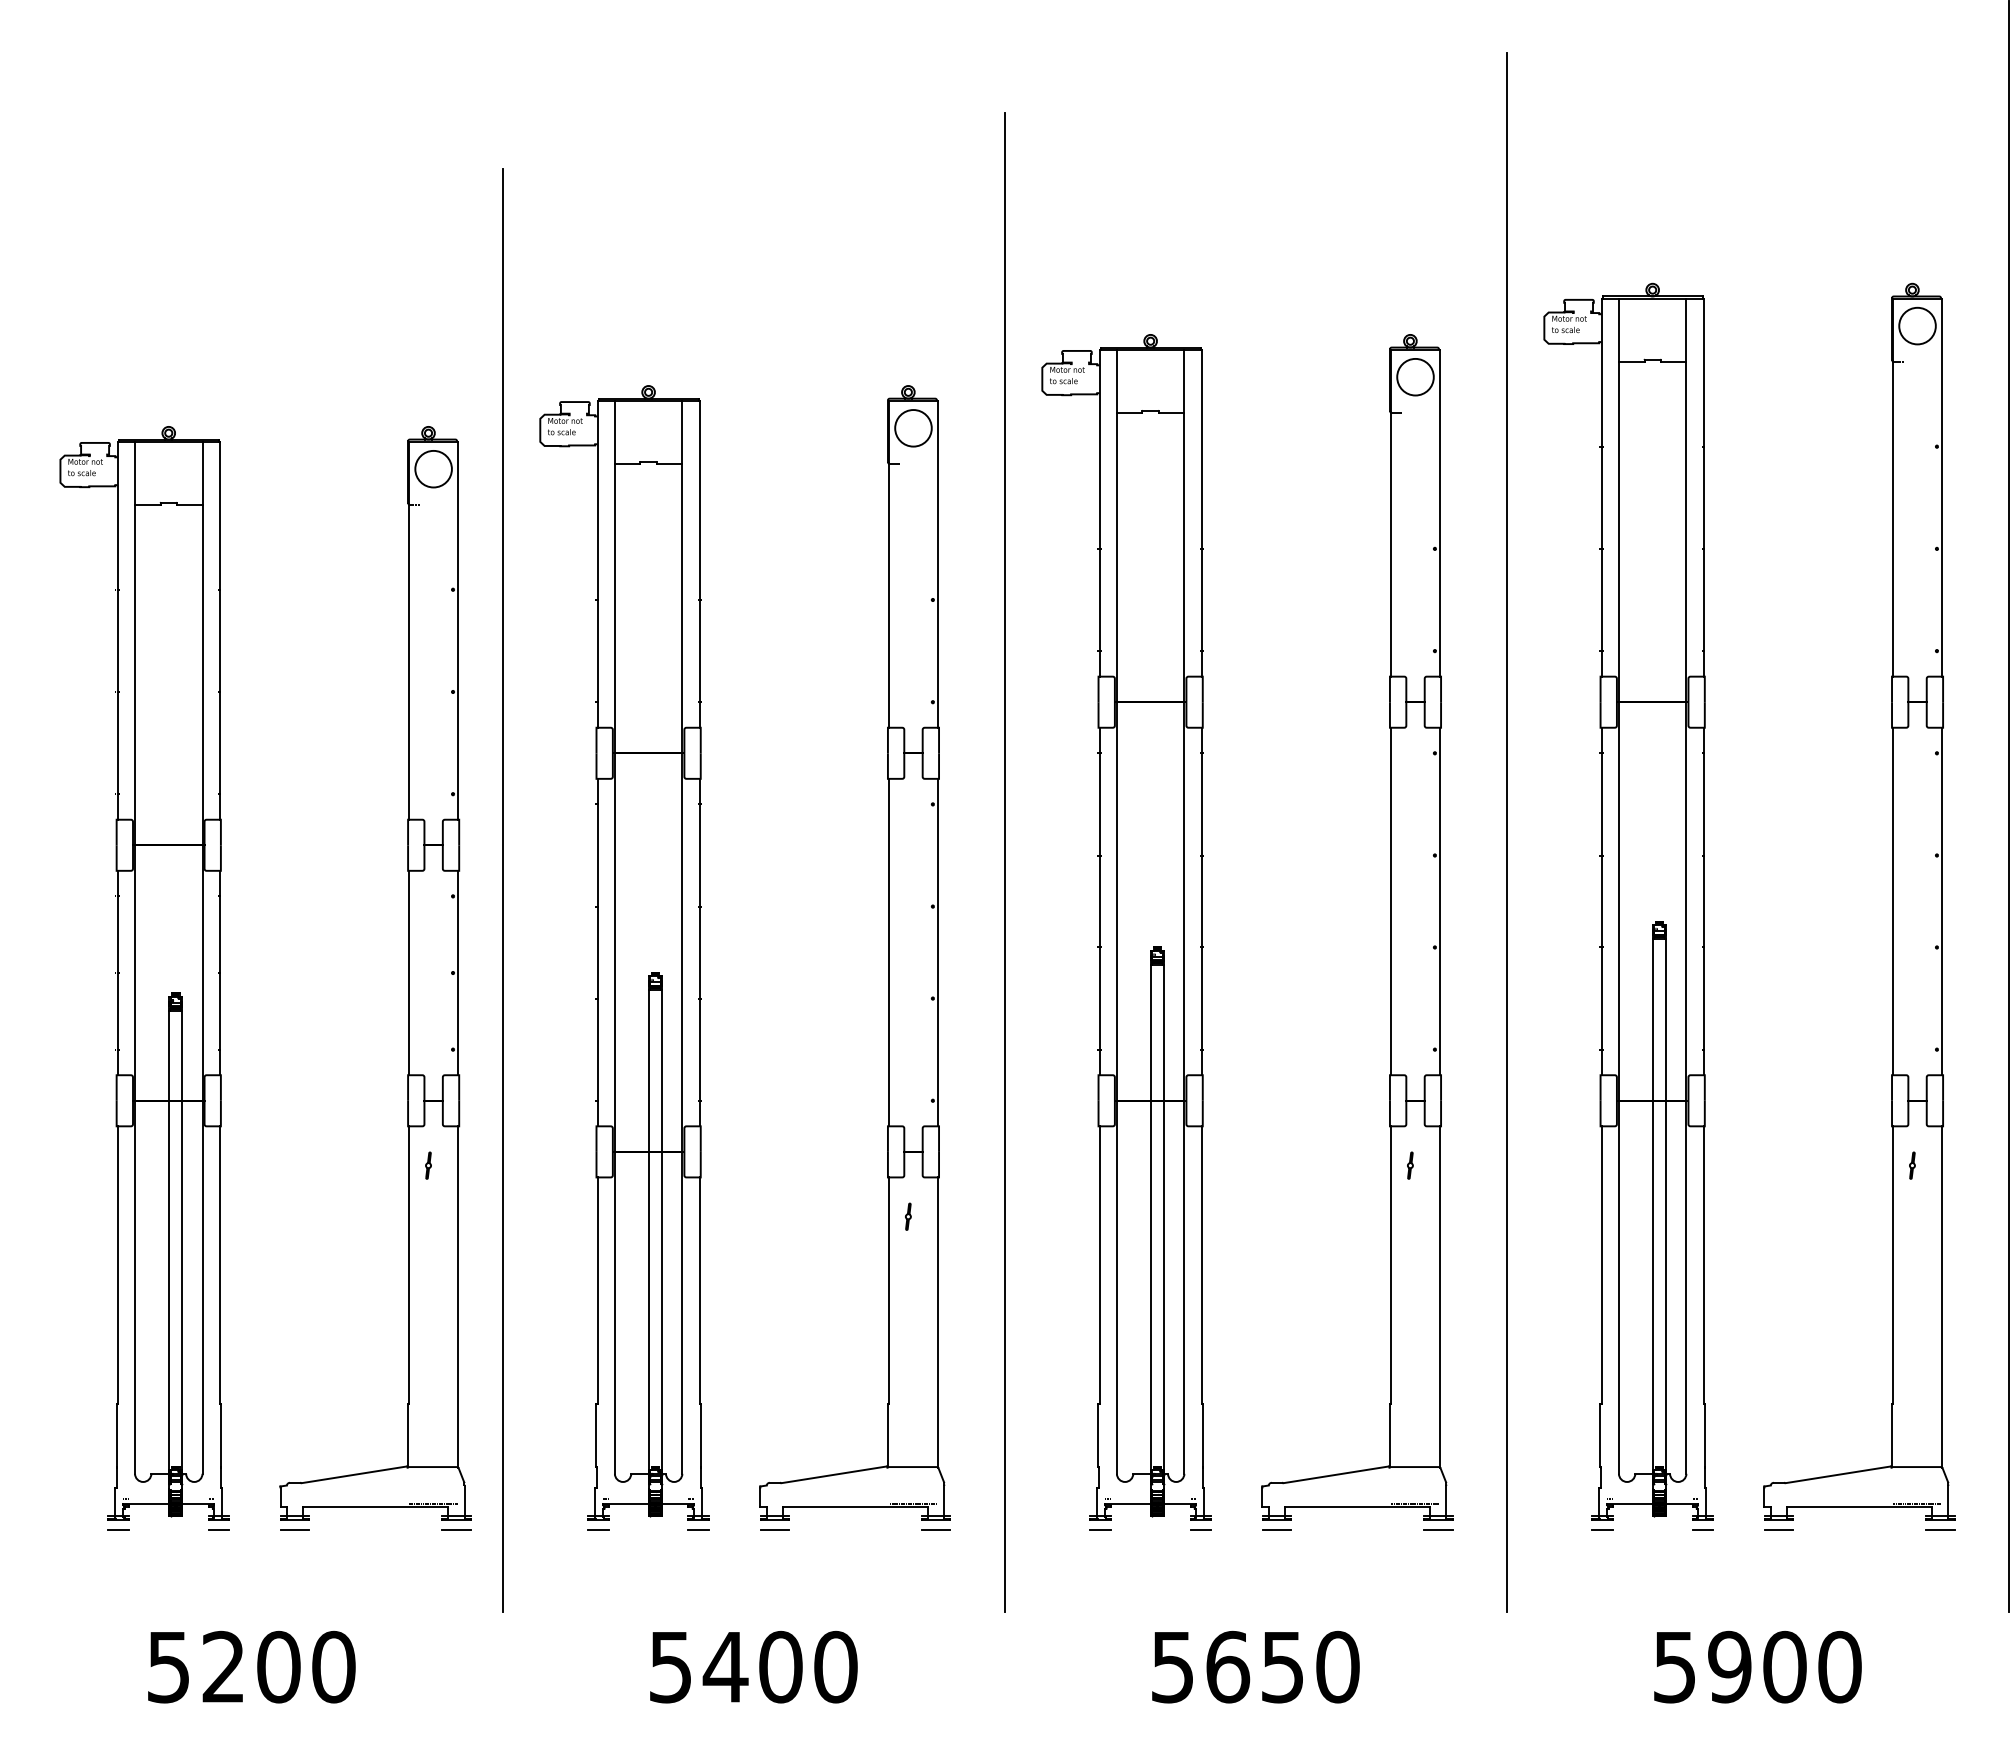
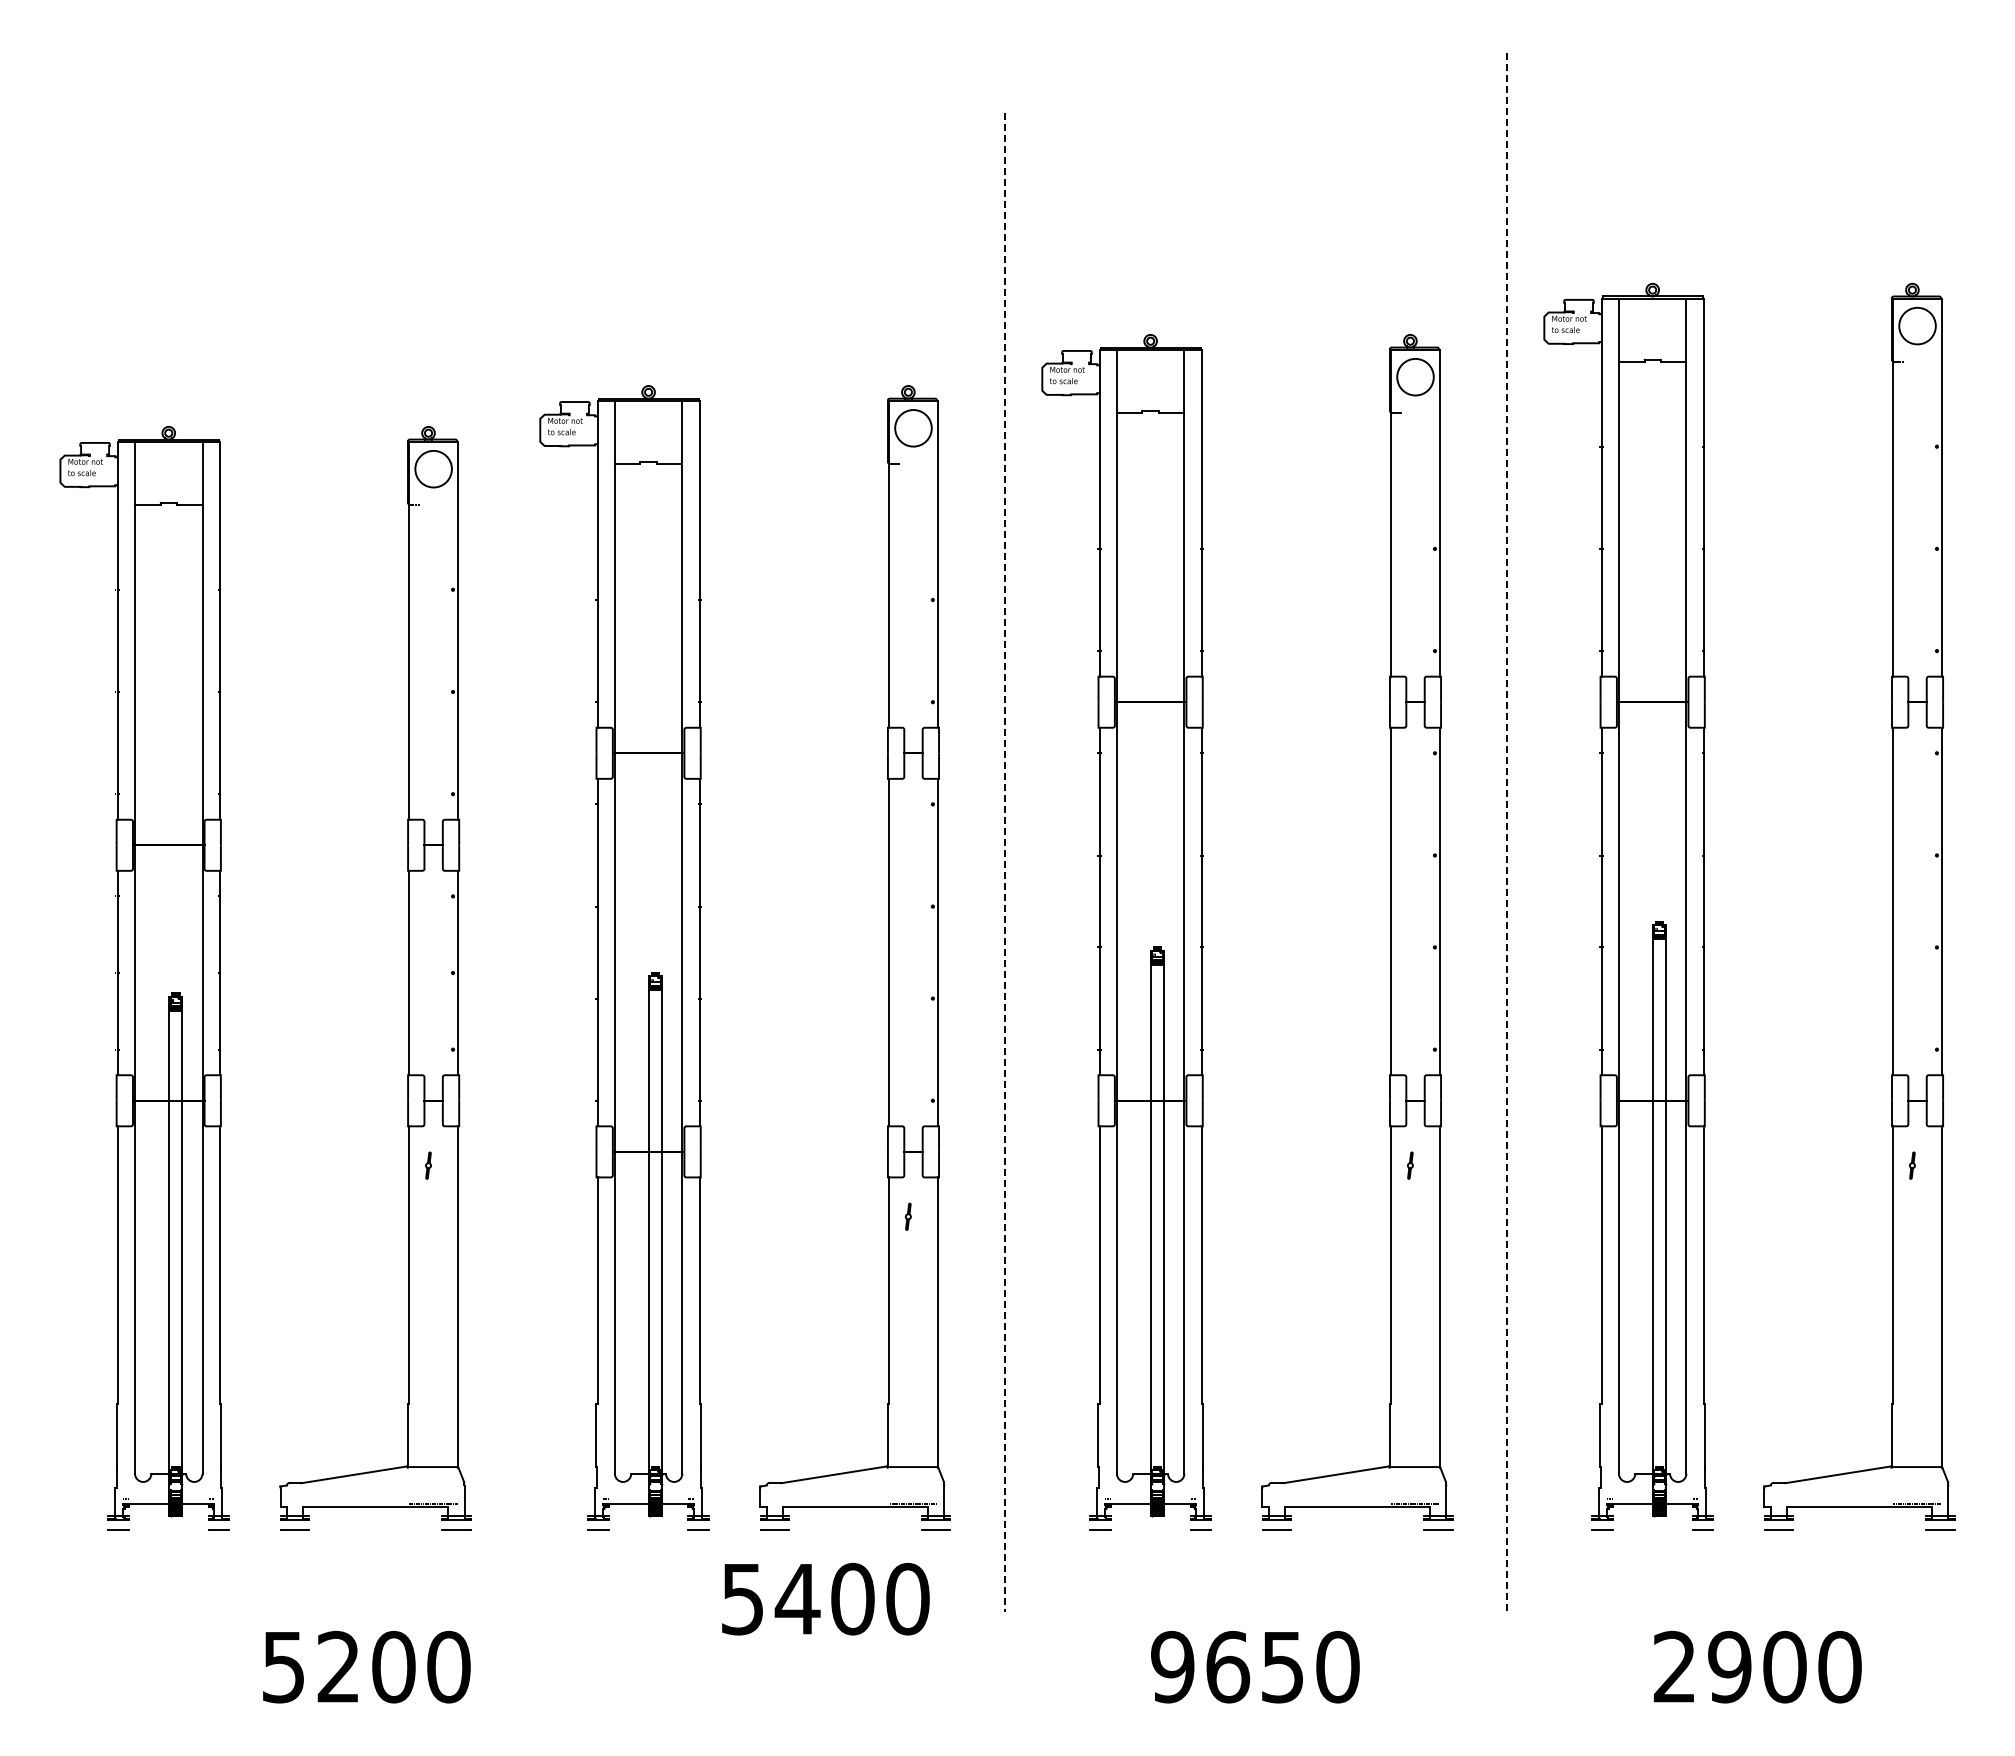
line at (2008, 807): present -> none
line at (1506, 832): solid -> dashed
line at (1004, 862): solid -> dashed
line at (502, 890): present -> none
text at (251, 1666) position: (251, 1666) -> (366, 1666)
text at (1172, 1666): 5650 -> 9650
text at (1673, 1666): 5900 -> 2900
text at (753, 1667) position: (753, 1667) -> (825, 1599)
